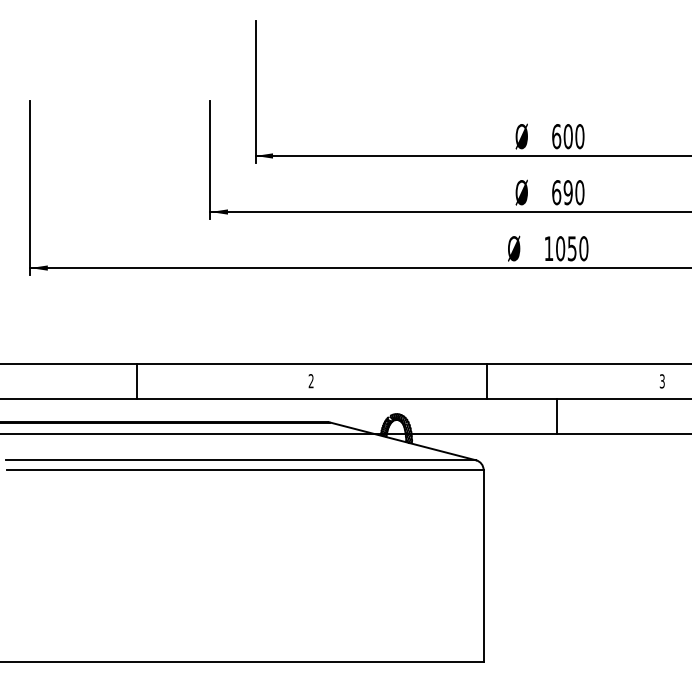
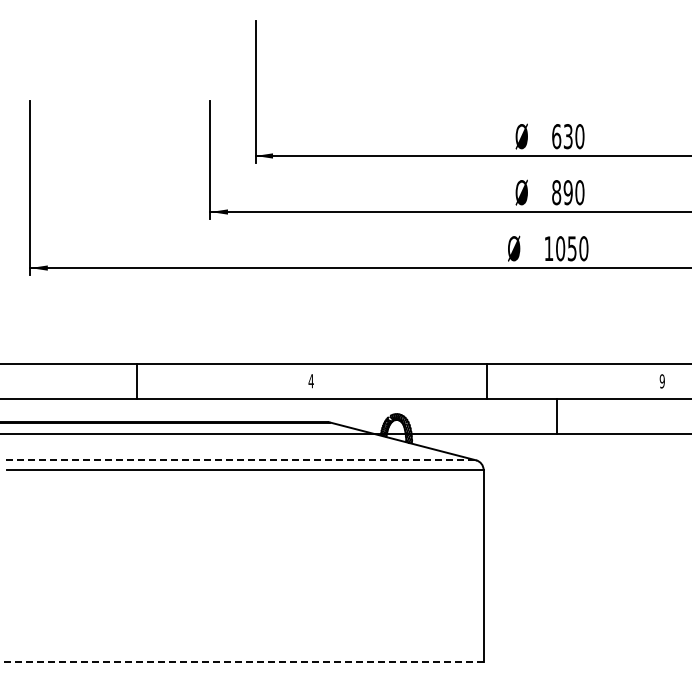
text at (567, 136): 600 -> 630
text at (556, 192): 690 -> 890
text at (310, 381): 2 -> 4
text at (661, 381): 3 -> 9
line at (241, 460): solid -> dashed
line at (241, 662): solid -> dashed
